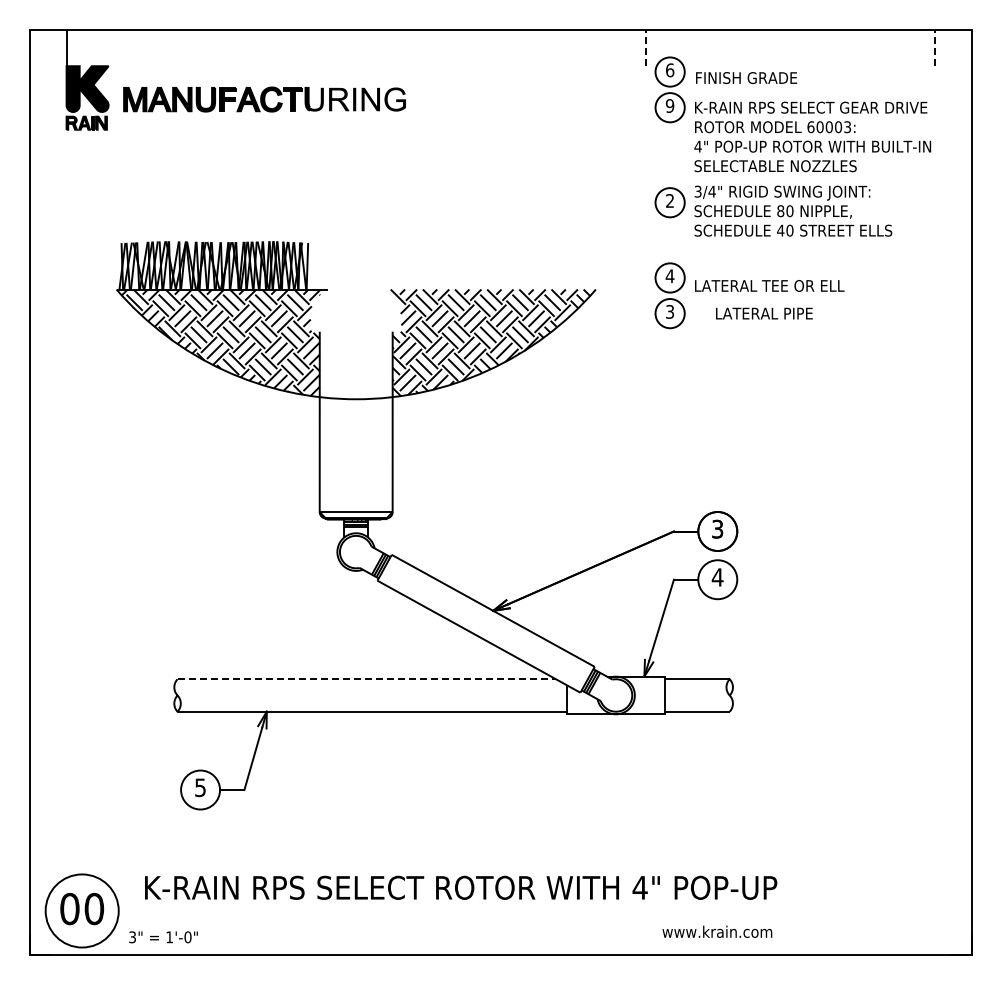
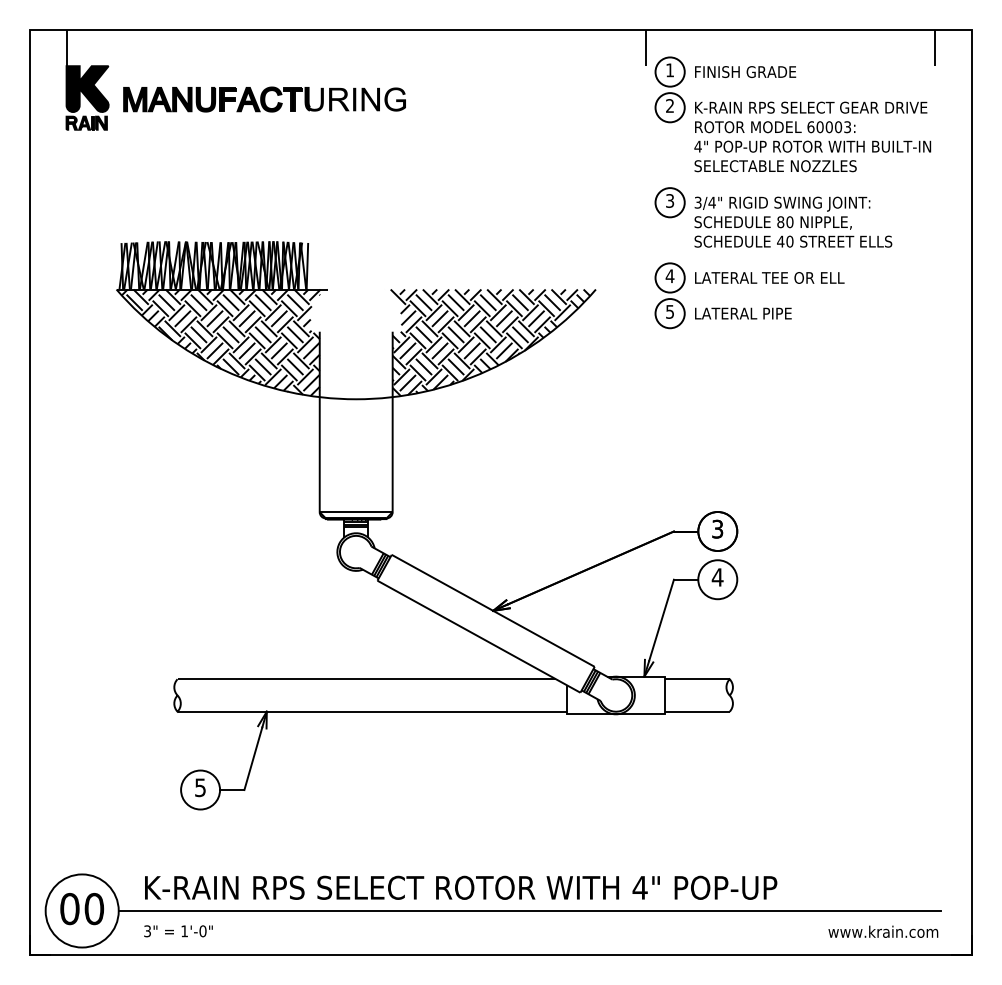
line at (645, 47): dashed -> solid
line at (935, 47): dashed -> solid
text at (670, 70): 6 -> 1
text at (746, 77) position: (746, 77) -> (745, 71)
text at (669, 105): 9 -> 2
text at (670, 200): 2 -> 3
text at (793, 210) position: (793, 210) -> (793, 221)
text at (769, 285) position: (769, 285) -> (769, 277)
text at (670, 310): 3 -> 5
text at (764, 313) position: (764, 313) -> (743, 313)
line at (367, 679): dashed -> solid
line at (529, 910): none -> present
text at (717, 931) position: (717, 931) -> (883, 931)
text at (163, 937) position: (163, 937) -> (178, 931)
